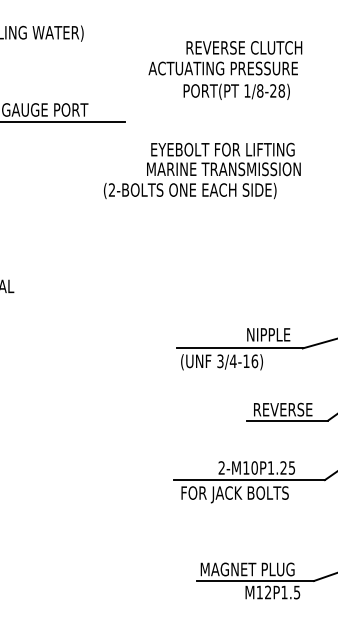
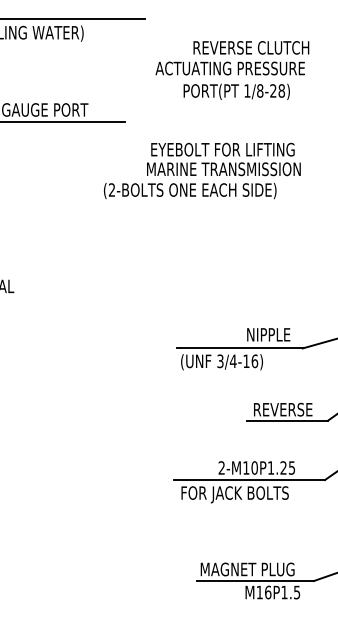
line at (73, 18): none -> present
text at (225, 58) position: (225, 58) -> (232, 58)
text at (268, 592): M12P1.5 -> M16P1.5
